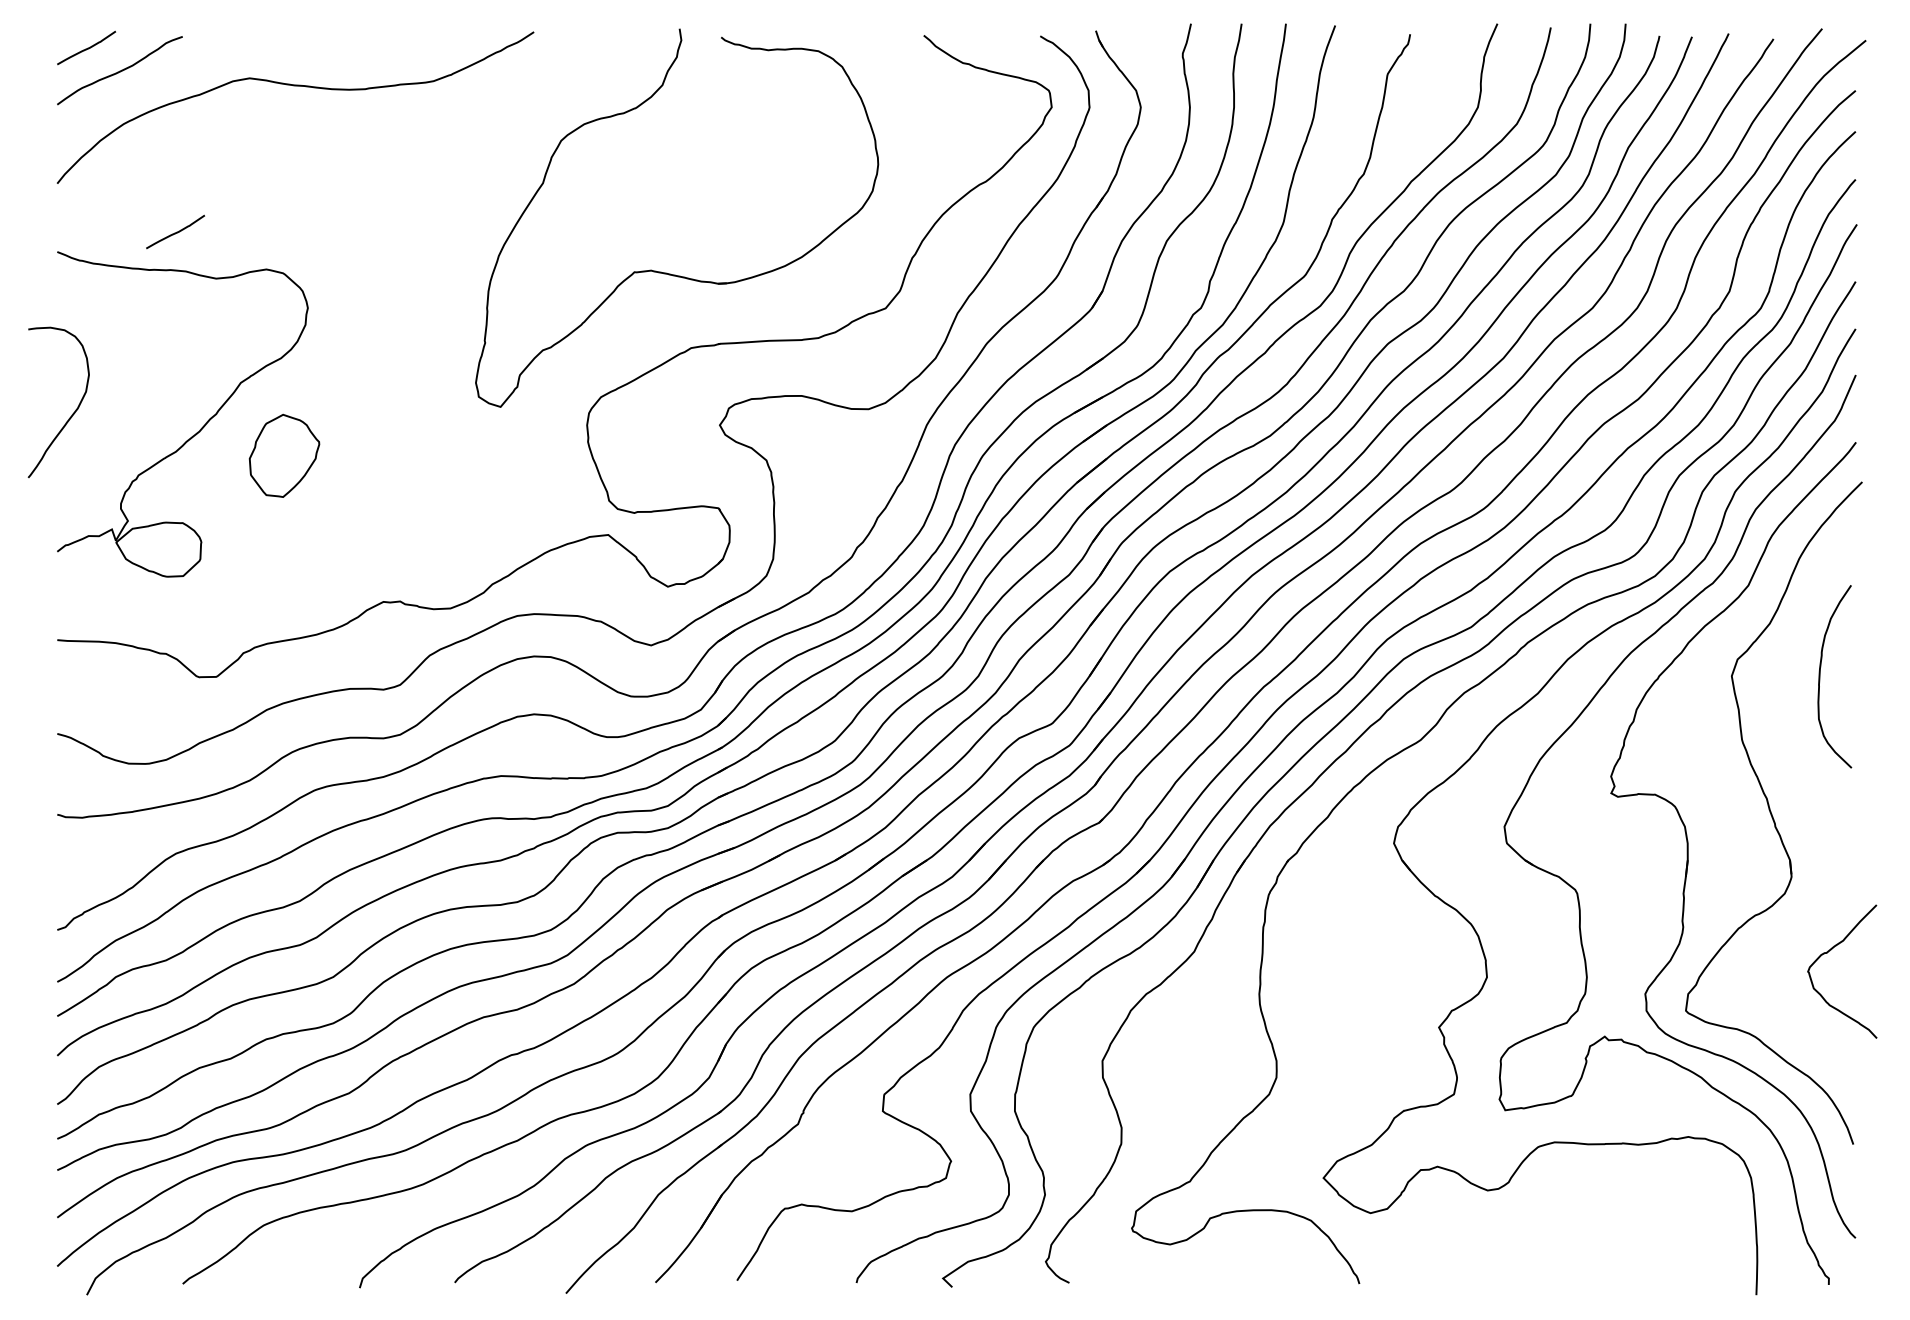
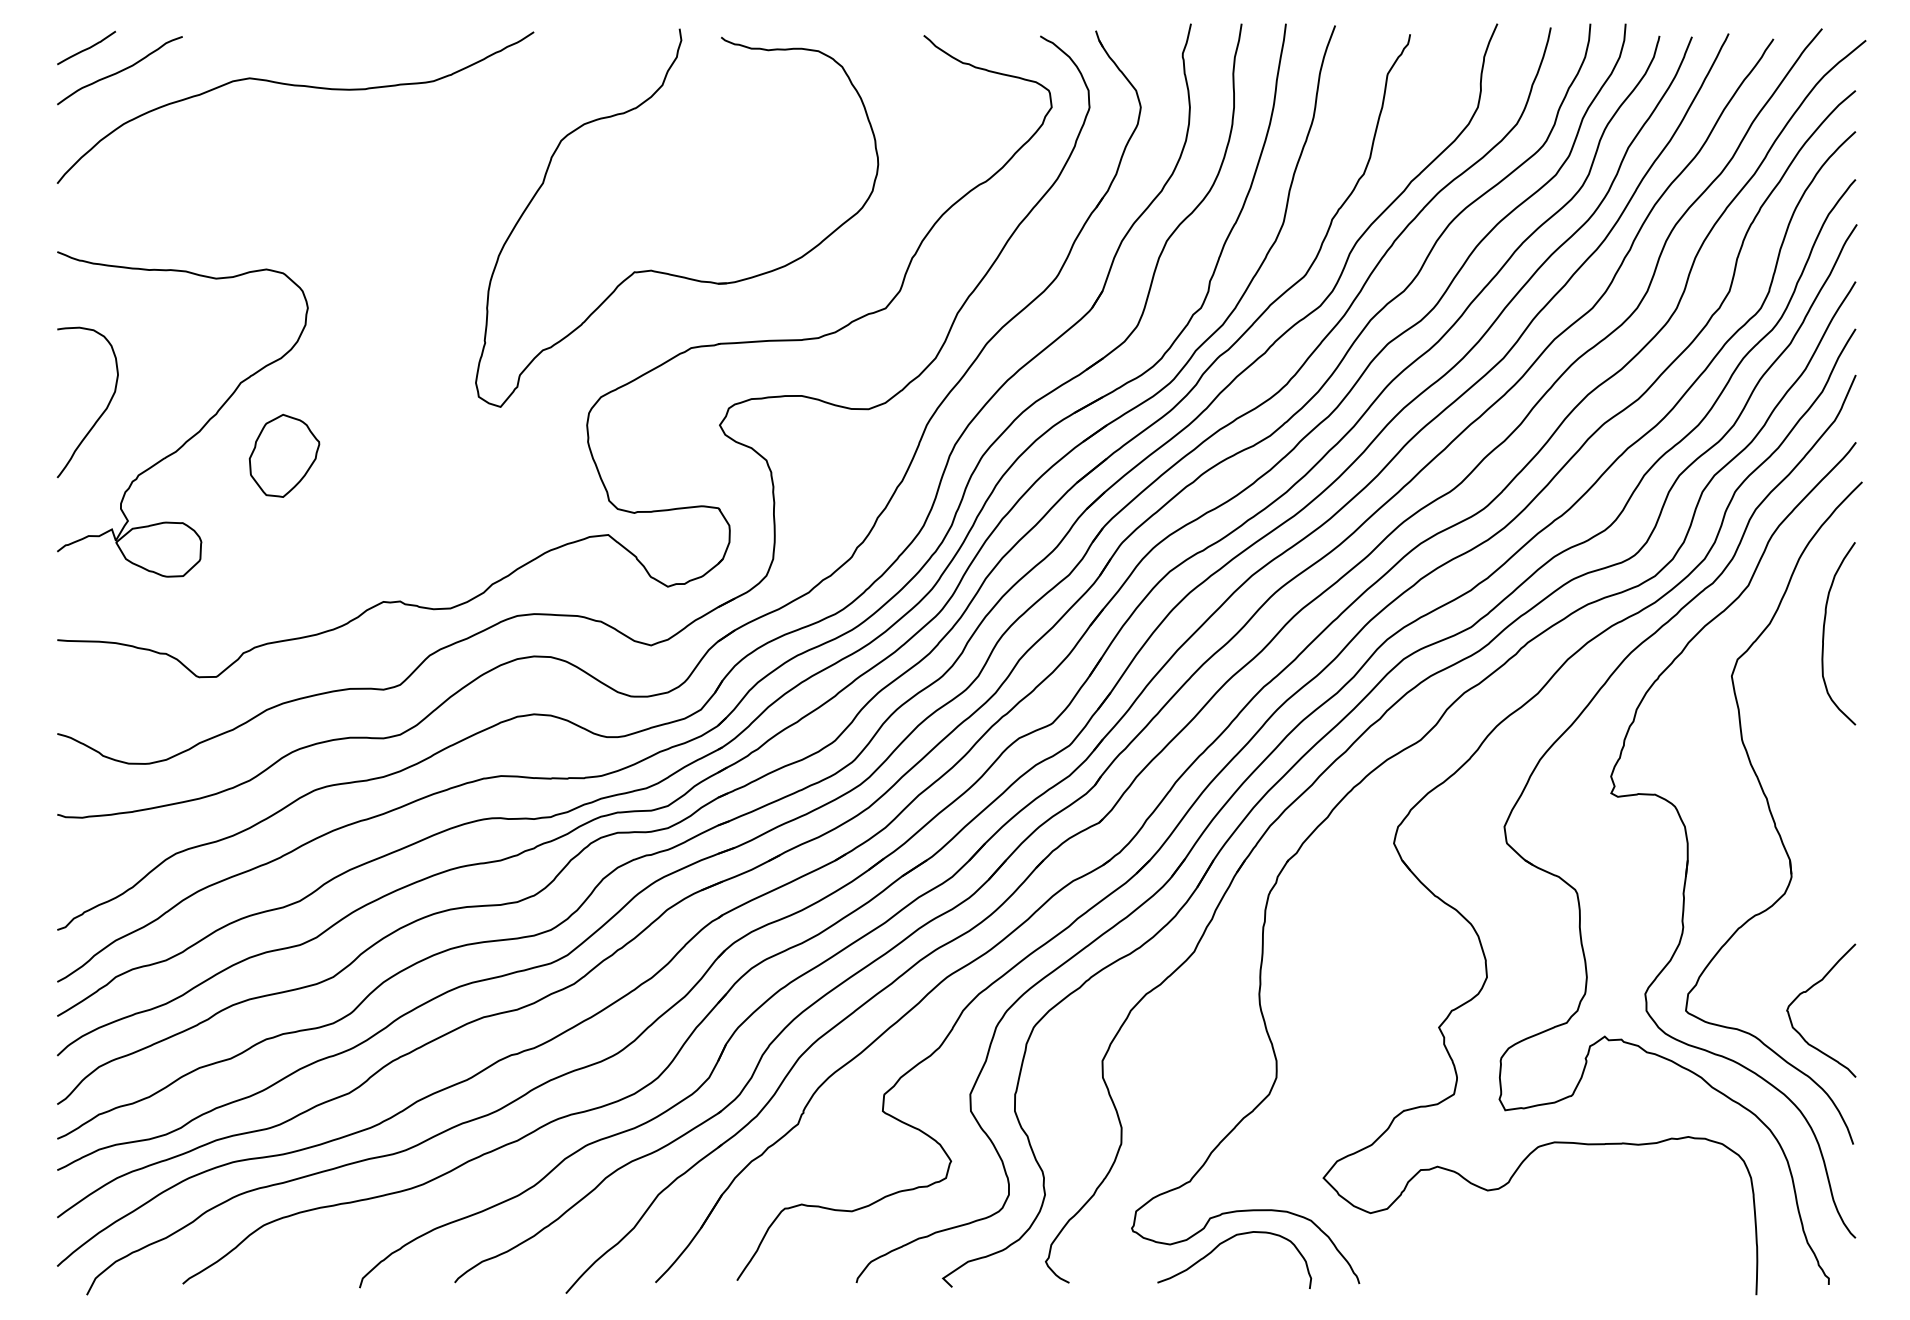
curve at (176, 231): present -> none
curve at (72, 413) position: (72, 413) -> (101, 413)
curve at (1820, 676) position: (1820, 676) -> (1824, 633)
curve at (1827, 953) position: (1827, 953) -> (1806, 992)
curve at (1223, 1243): none -> present
